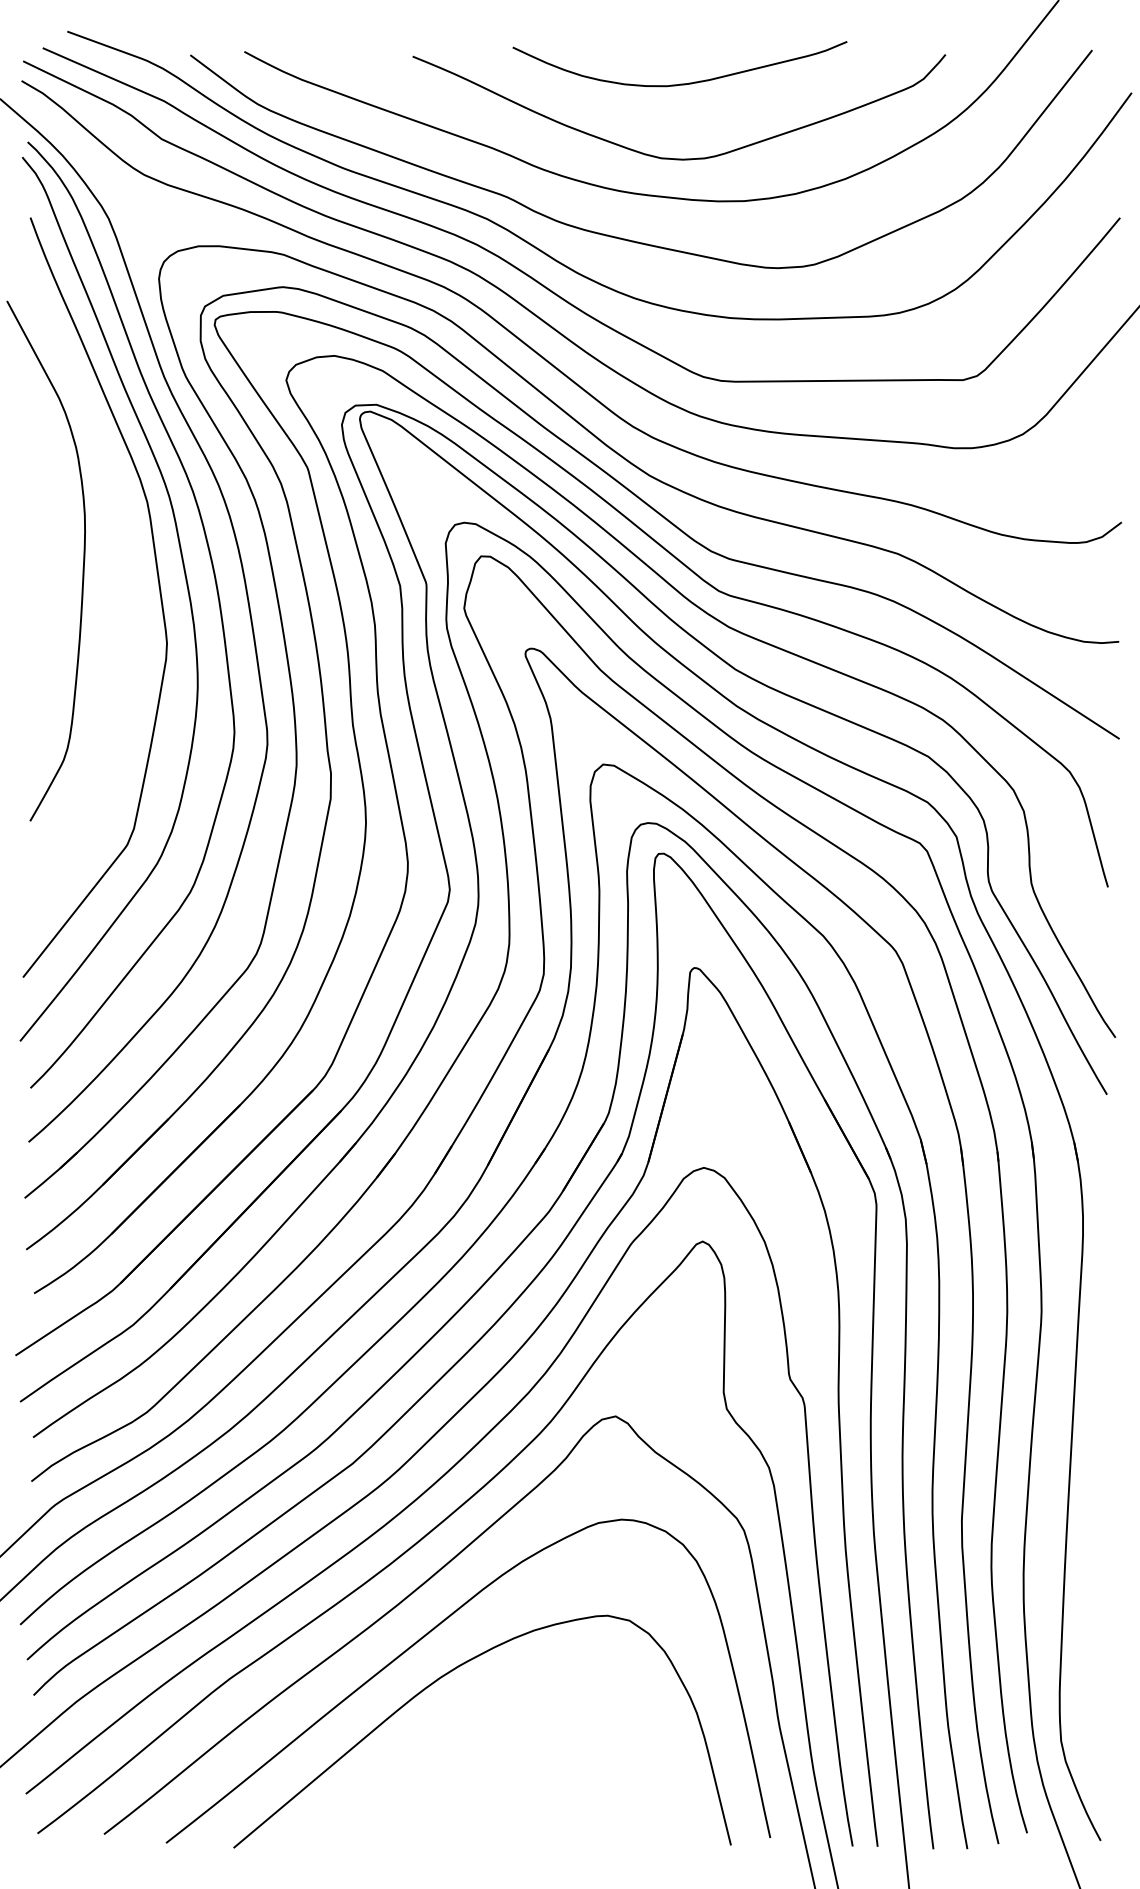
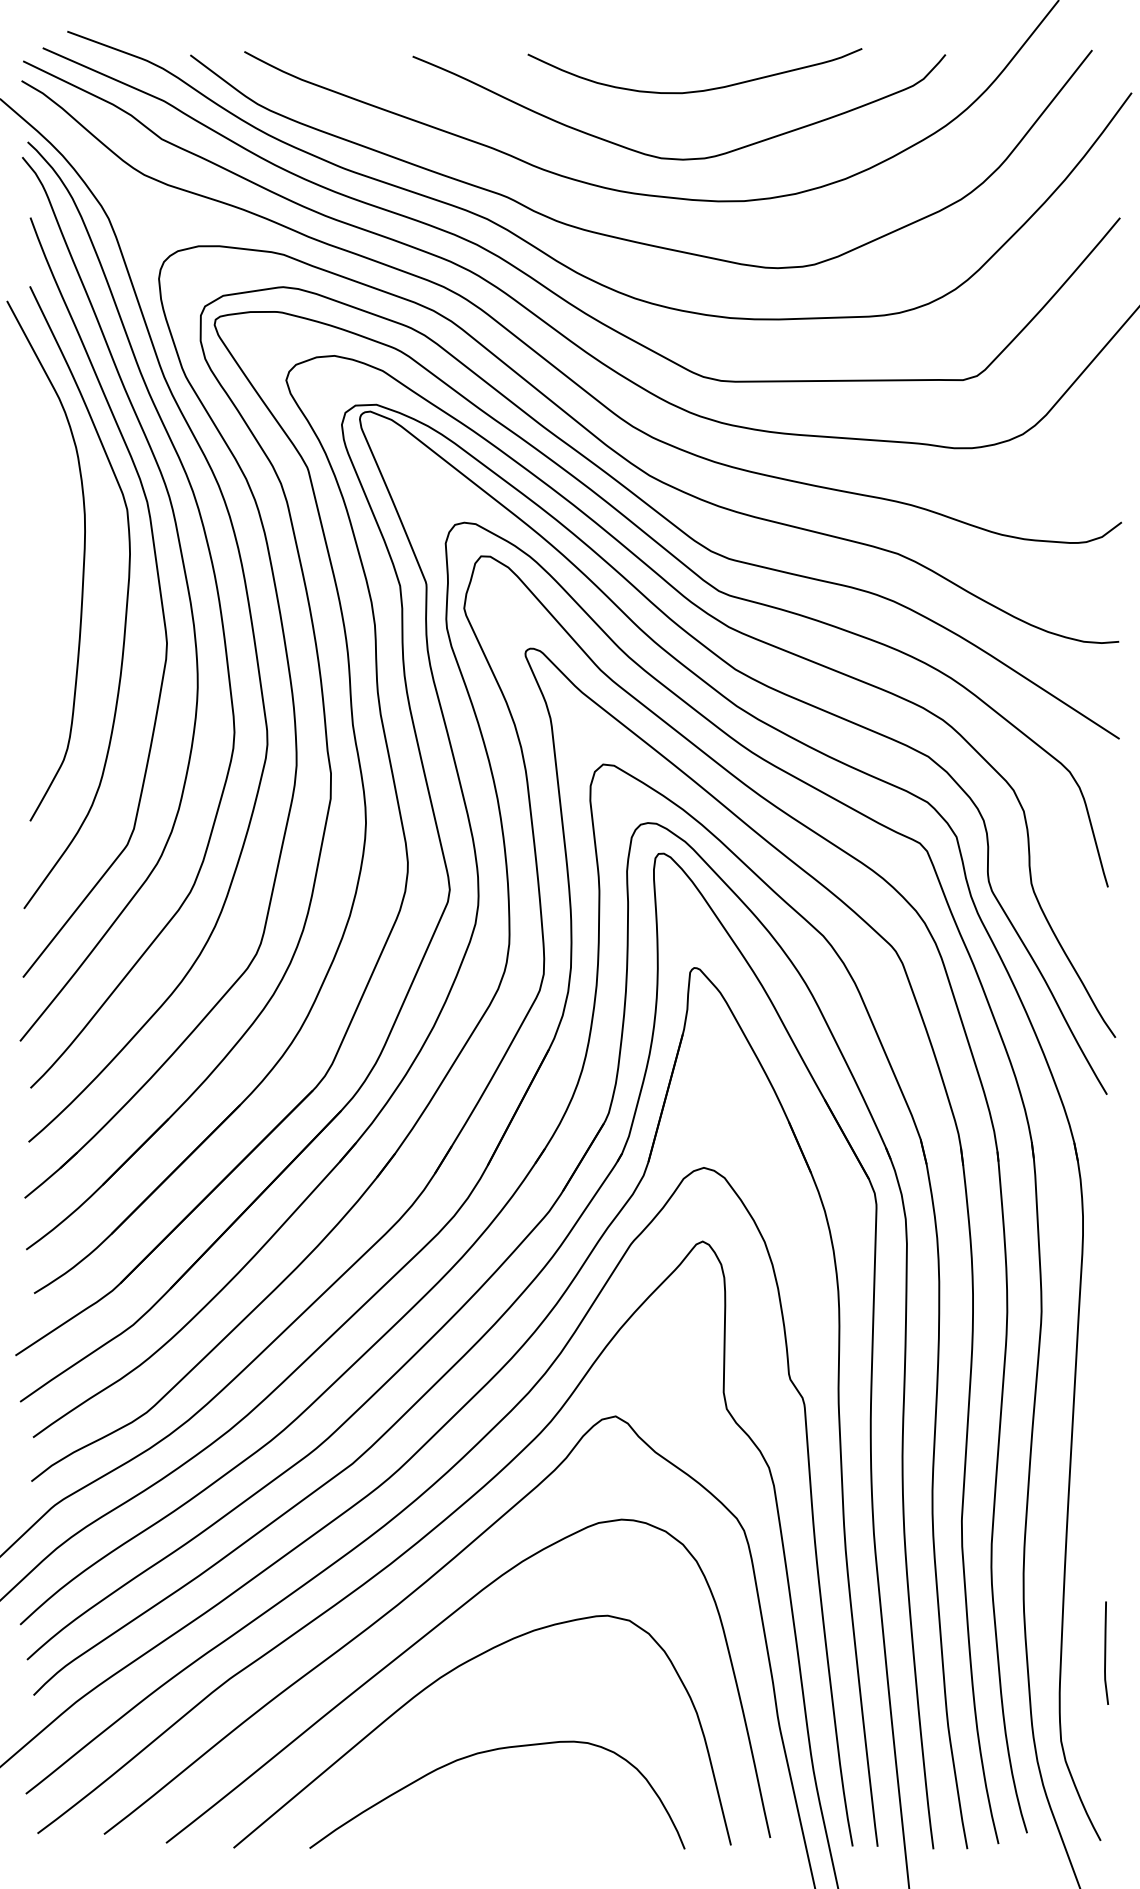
curve at (680, 83) position: (680, 83) -> (695, 90)
curve at (126, 597): none -> present
line at (1106, 1652): none -> present
curve at (487, 1752): none -> present
